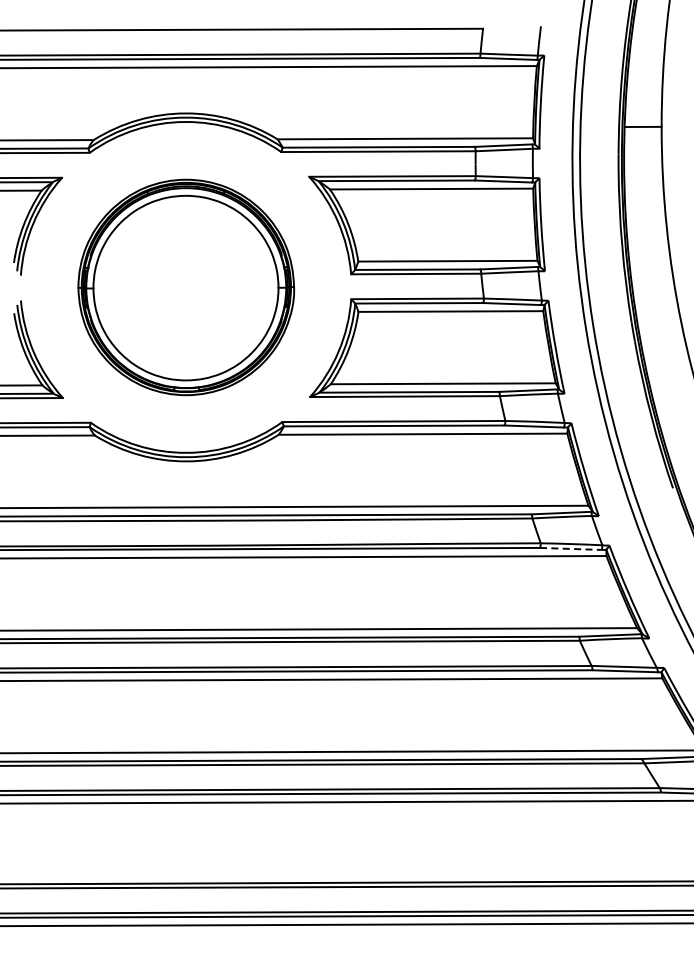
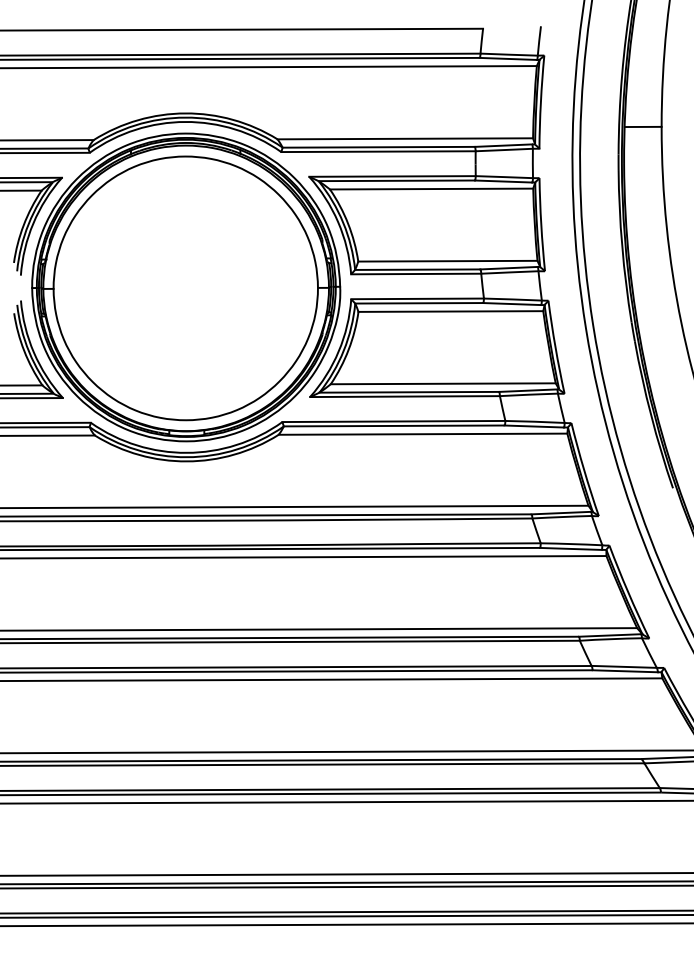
part at (186, 287) size: 219x219 px -> 311x311 px
line at (570, 548): dashed -> solid
line at (346, 874): none -> present
